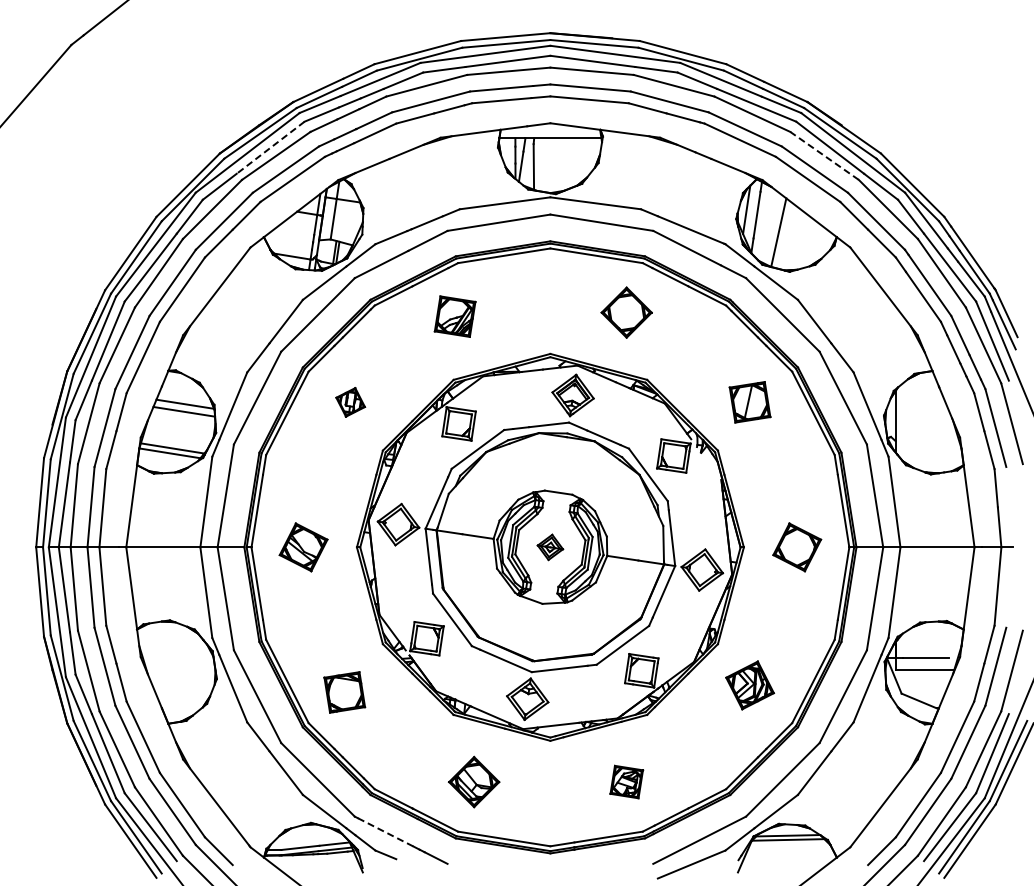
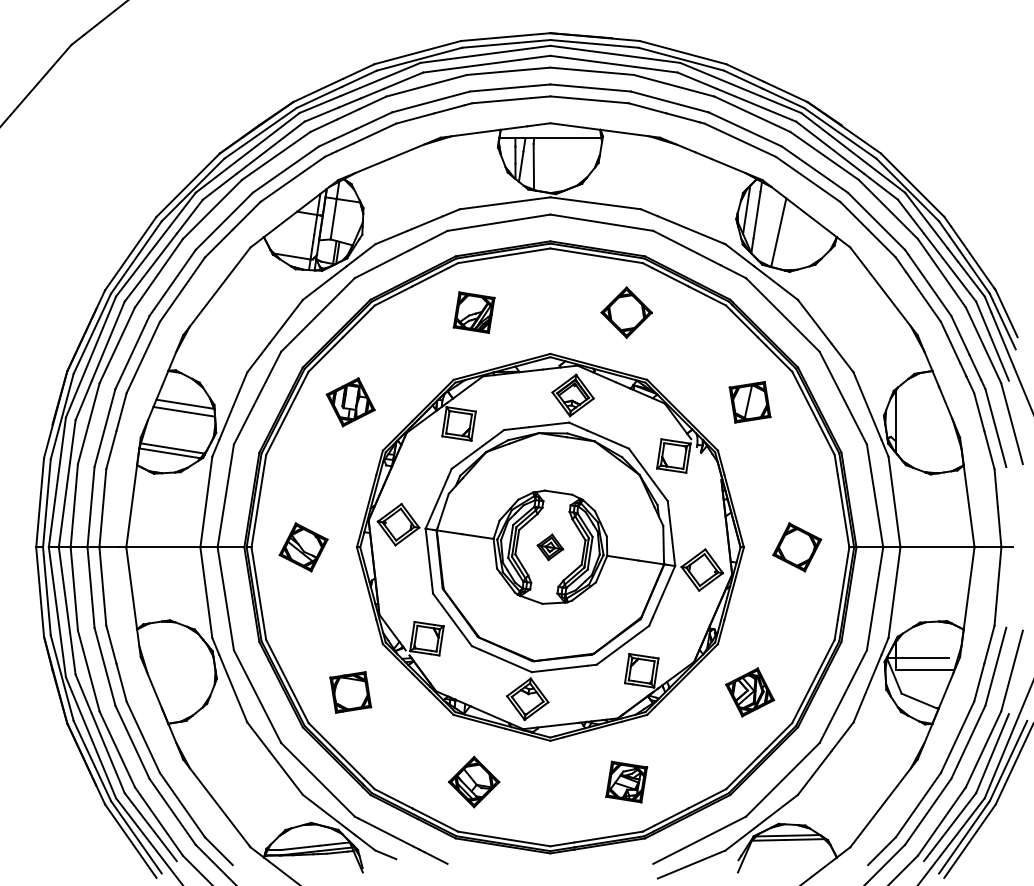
line at (270, 147): dashed -> solid
line at (824, 155): dashed -> solid
part at (454, 316) position: (454, 316) -> (473, 312)
part at (350, 402) size: 32x31 px -> 51x51 px
part at (750, 685) position: (750, 685) -> (750, 692)
part at (344, 692) position: (344, 692) -> (350, 692)
part at (626, 781) size: 36x36 px -> 44x44 px
line at (385, 832): dashed -> solid
